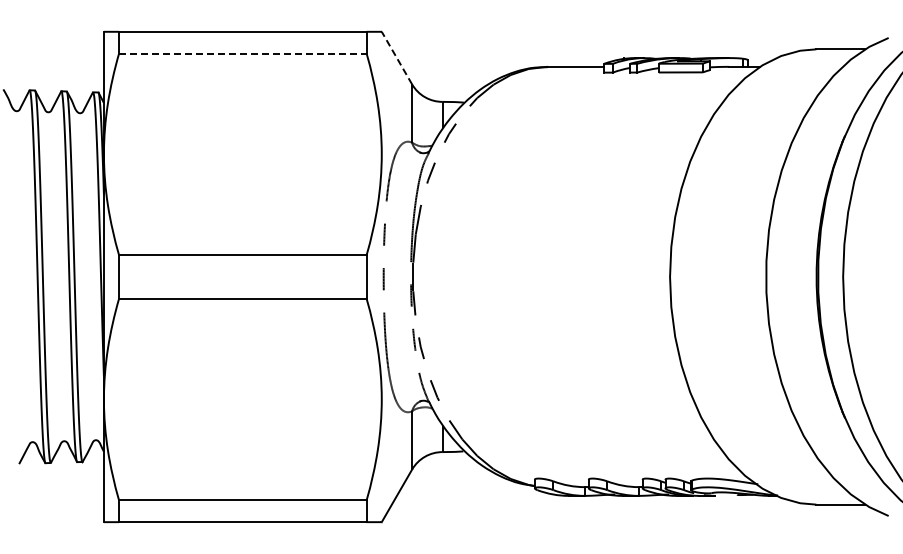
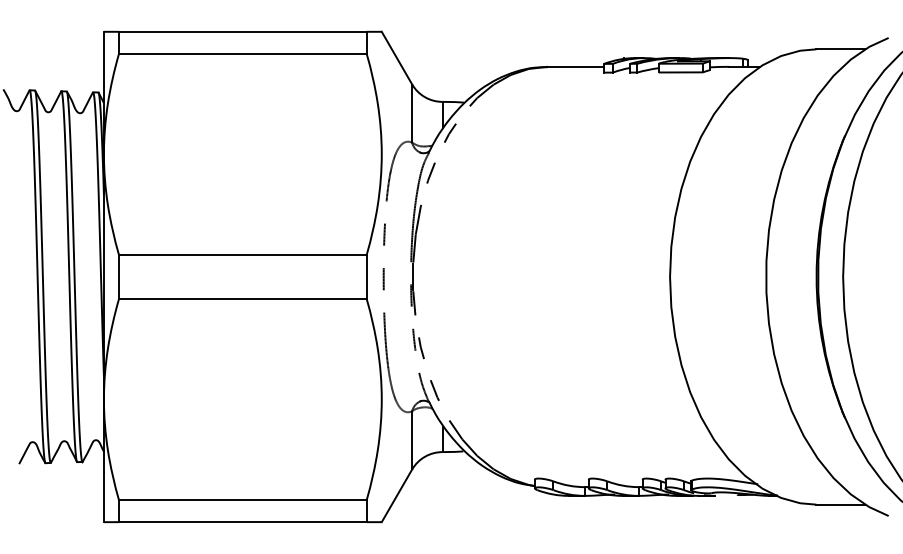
line at (242, 53): dashed -> solid
line at (396, 57): dashed -> solid
